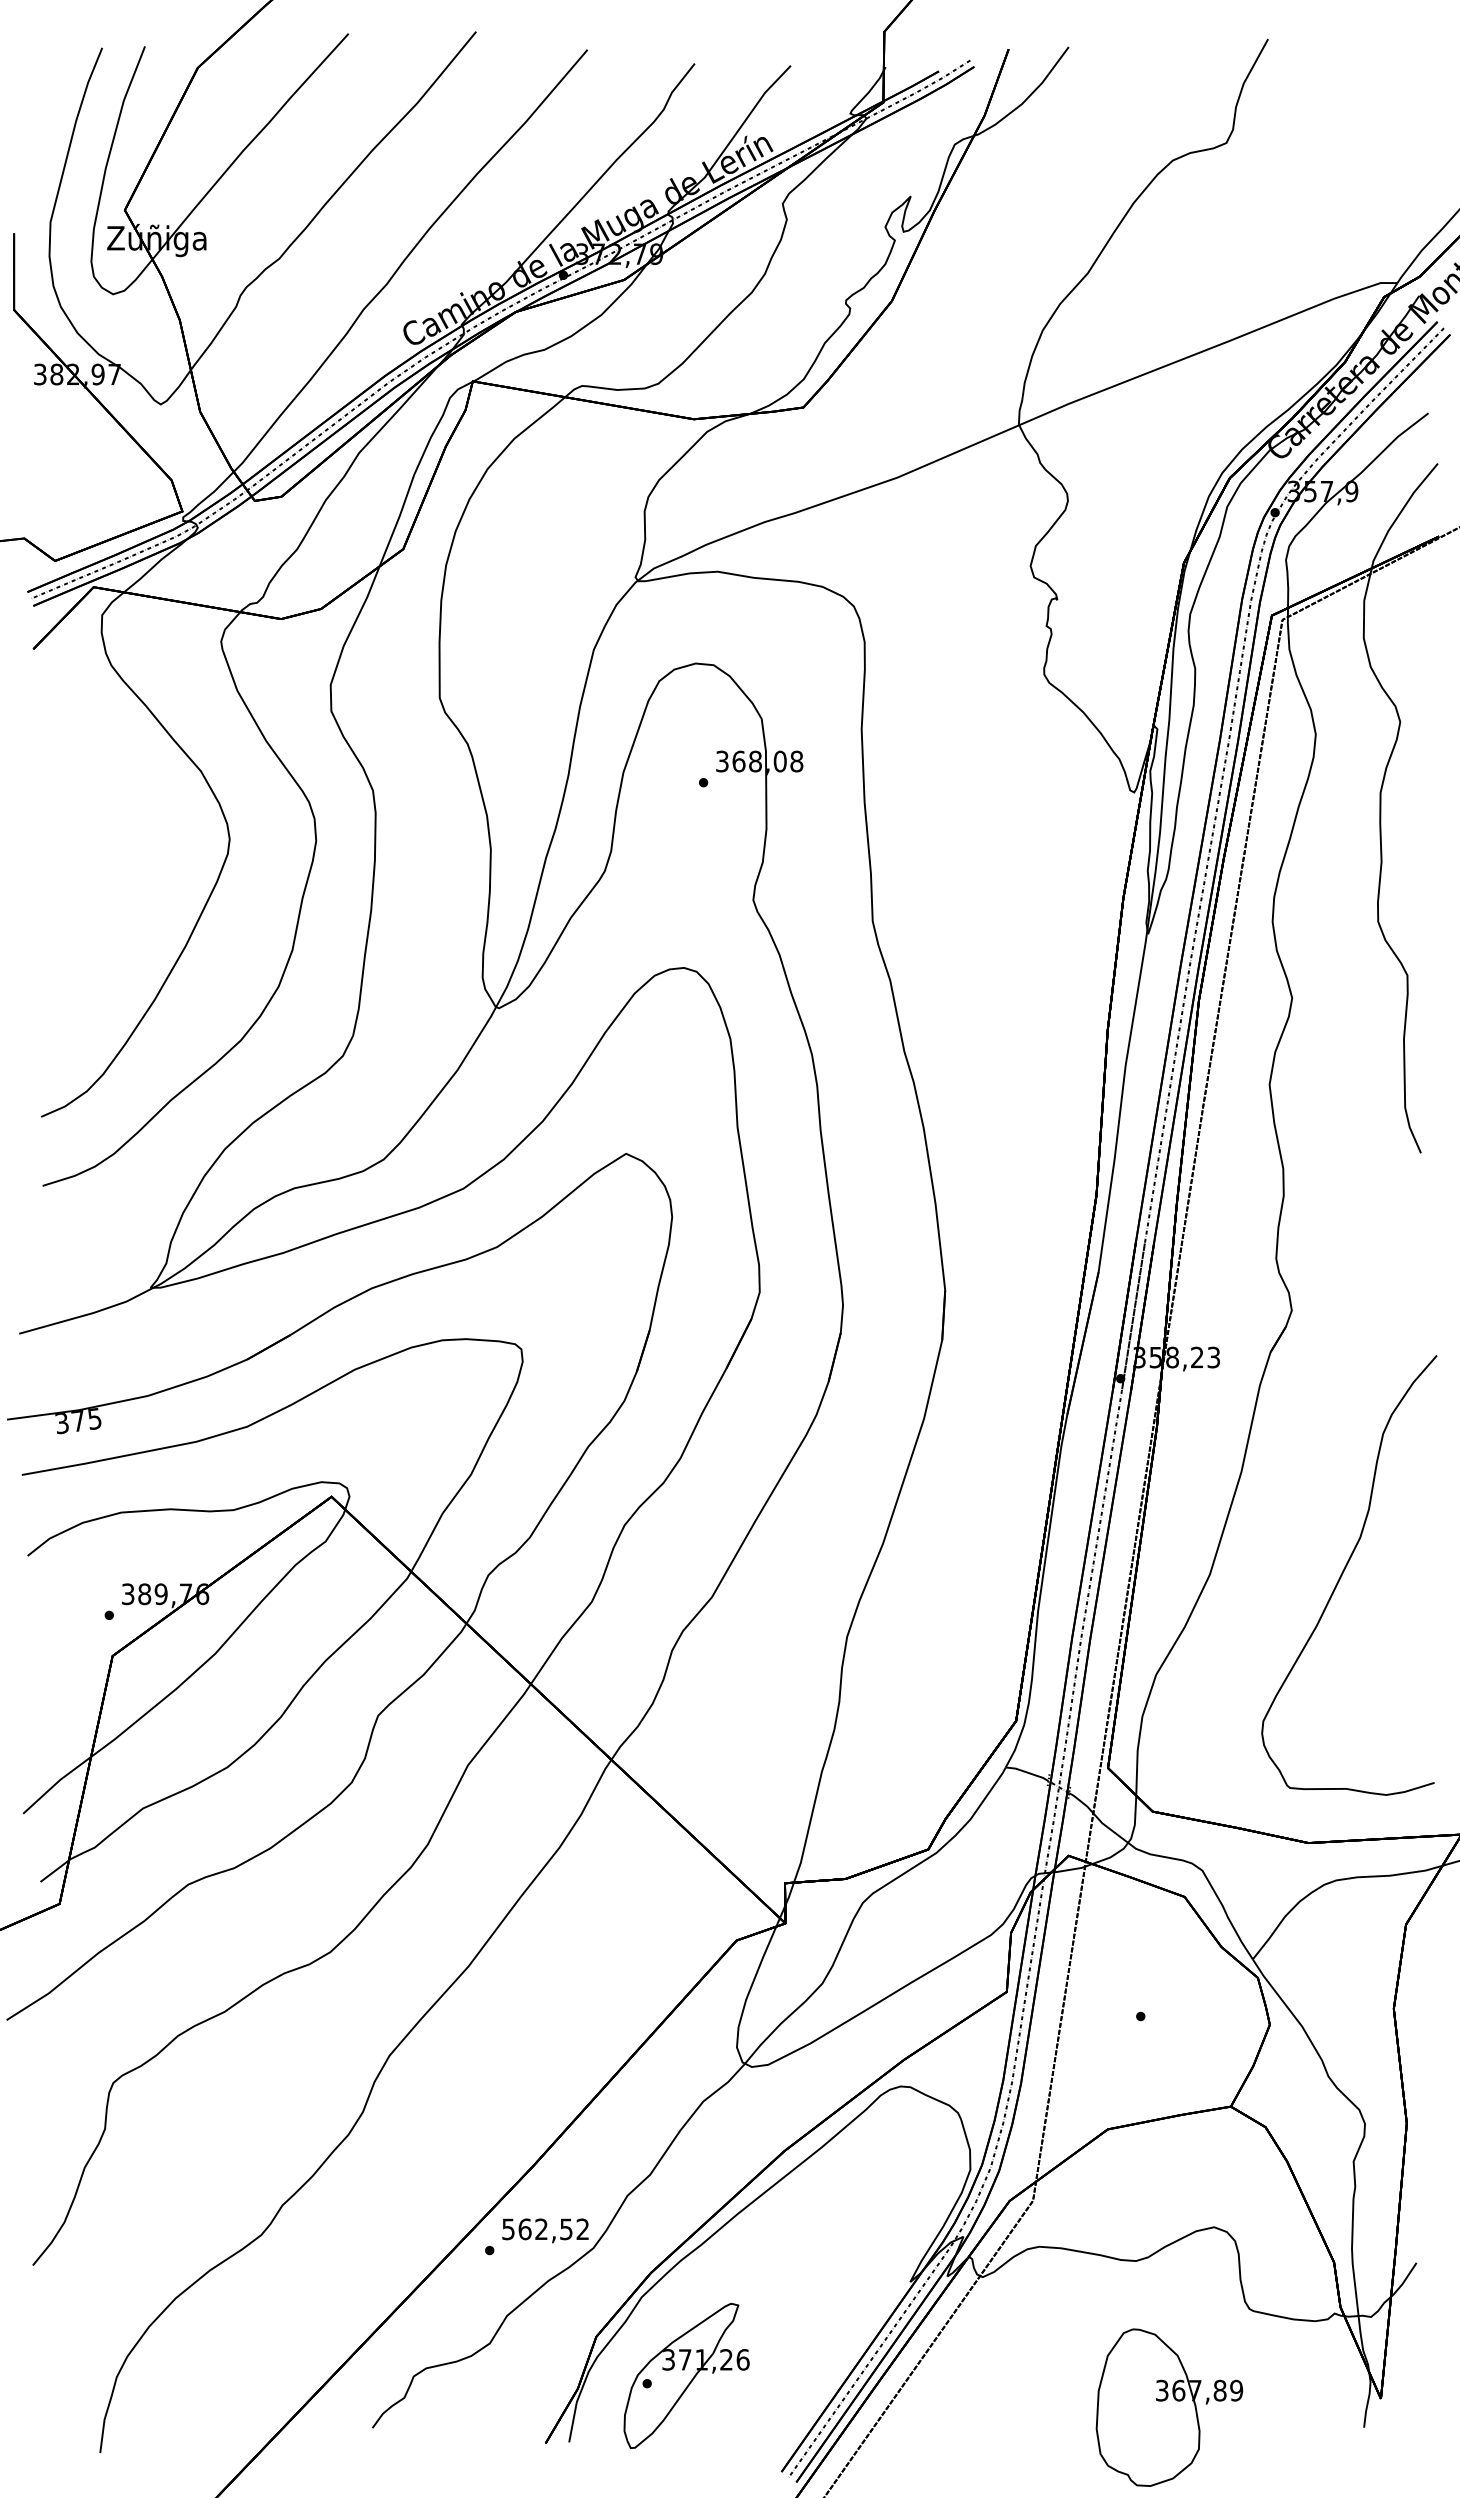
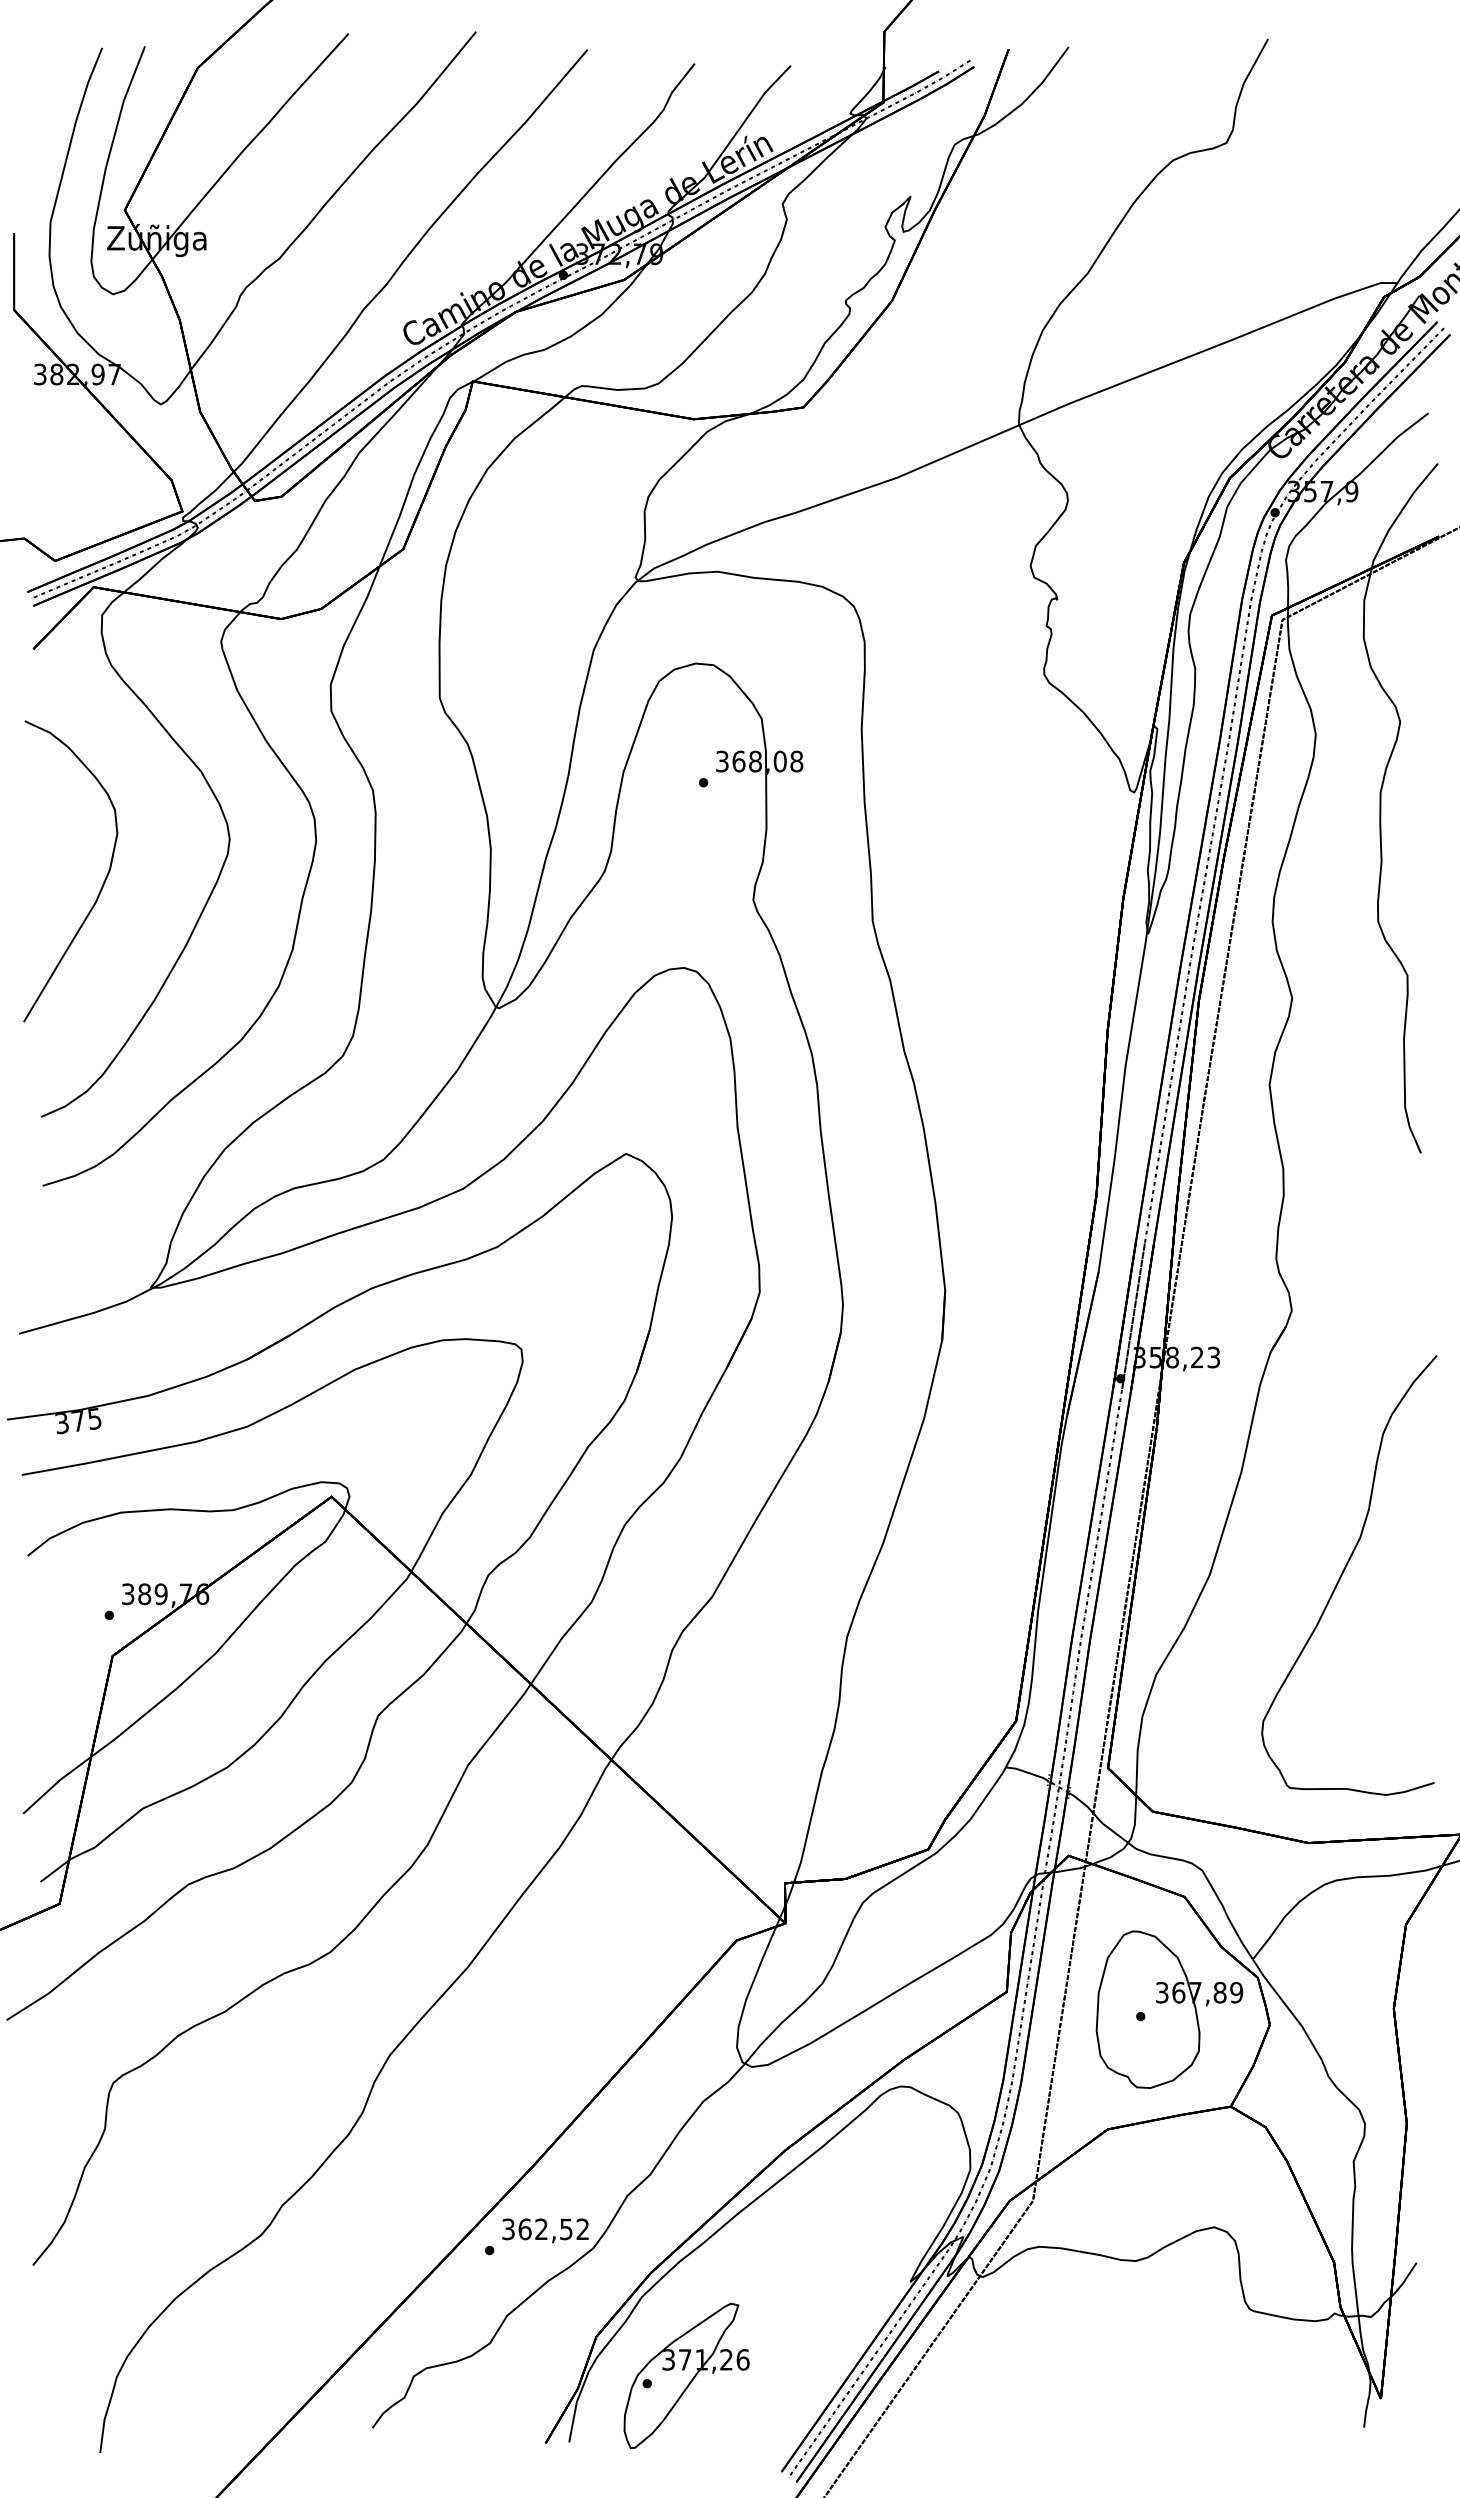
curve at (101, 886): none -> present
text at (508, 2228): 562,52 -> 362,52
part at (1169, 2407) position: (1169, 2407) -> (1169, 2009)
